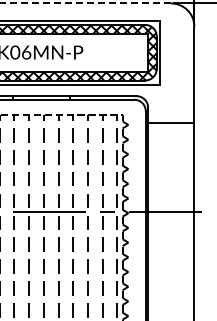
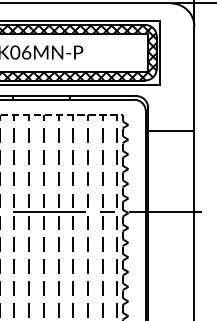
line at (86, 3): dashed -> solid
line at (171, 122) position: (171, 122) -> (171, 130)
